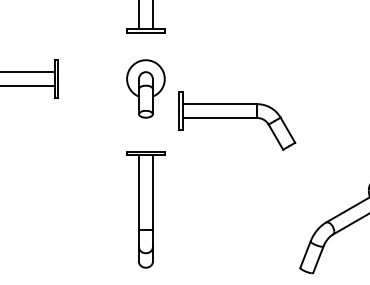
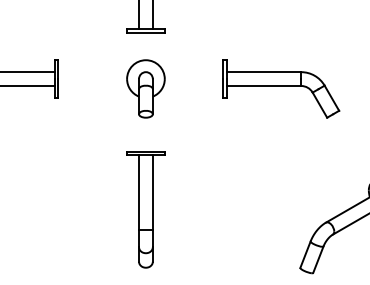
part at (237, 120) position: (237, 120) -> (281, 88)
